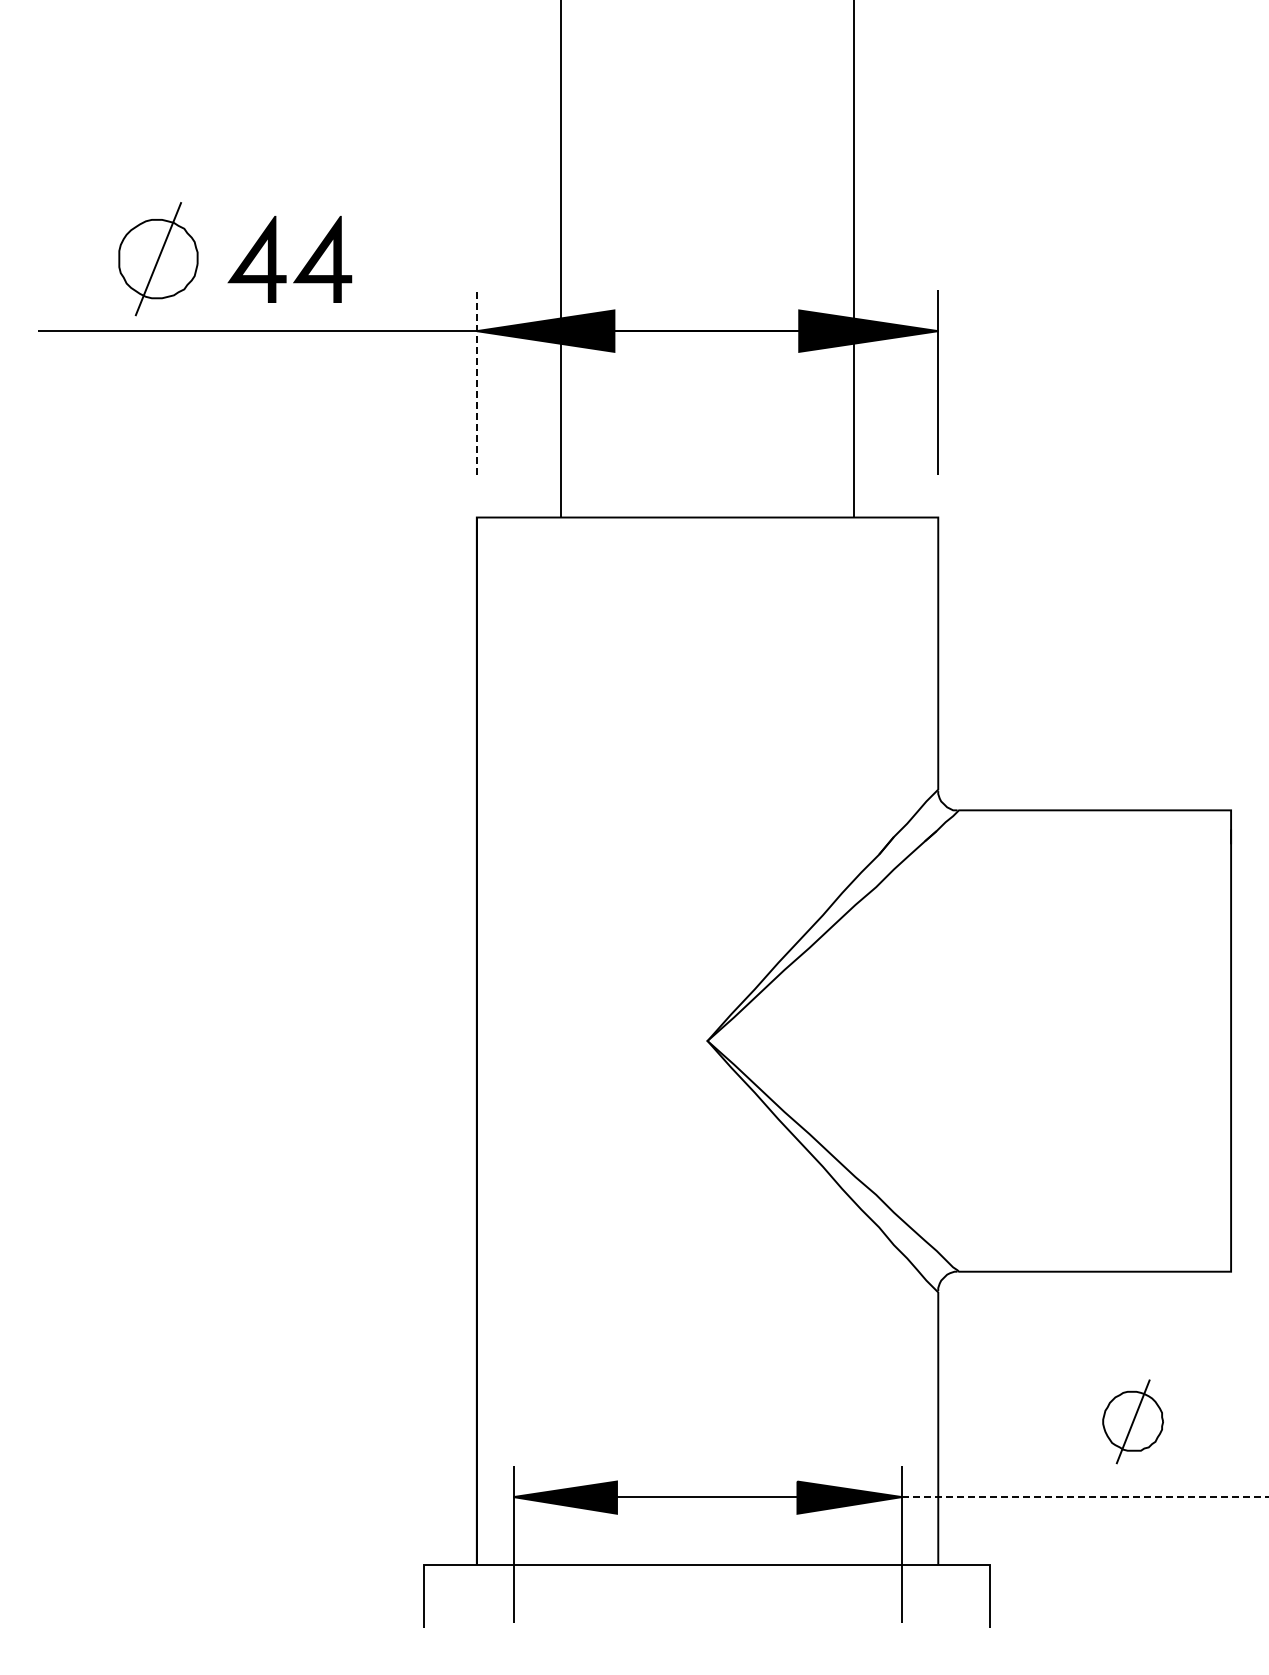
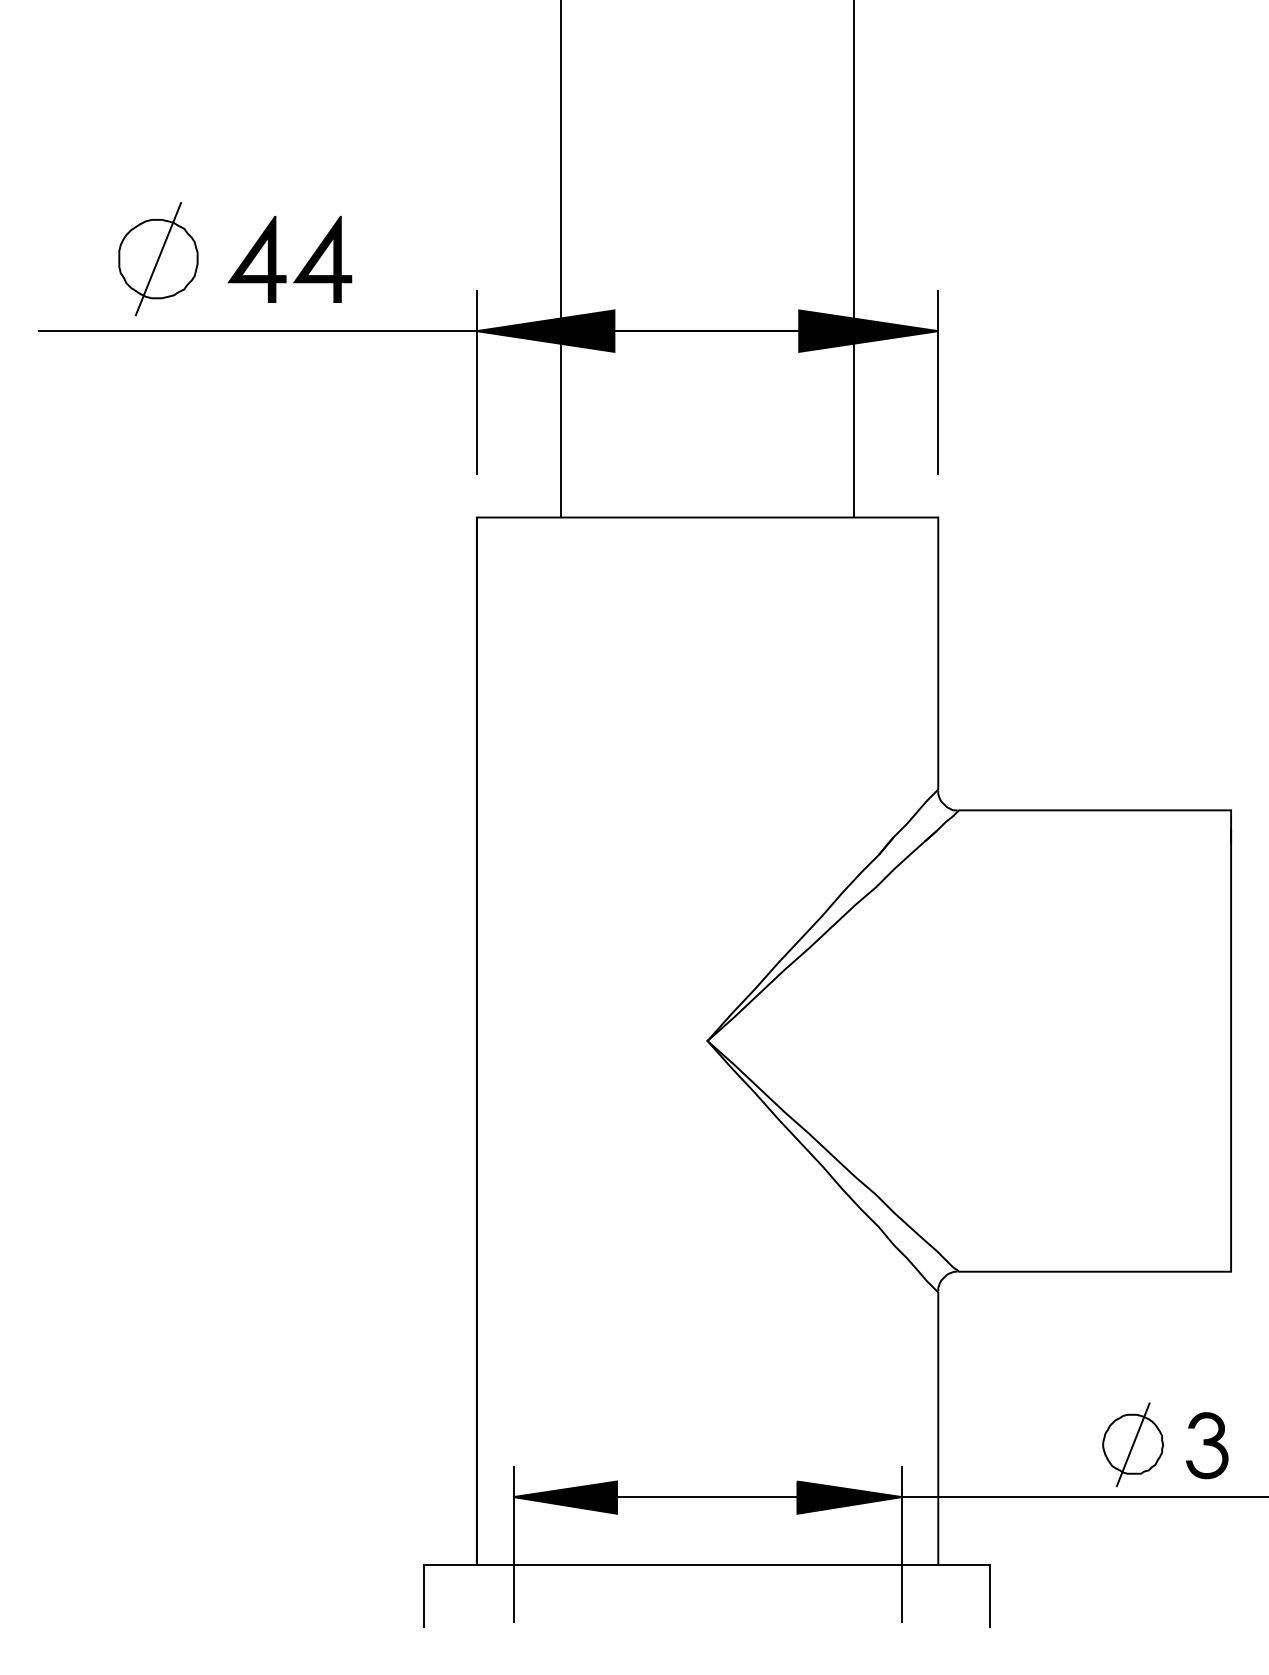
line at (476, 381): dashed -> solid
part at (1132, 1421) position: (1132, 1421) -> (1132, 1444)
part at (1207, 1445): none -> present
line at (1085, 1497): dashed -> solid
